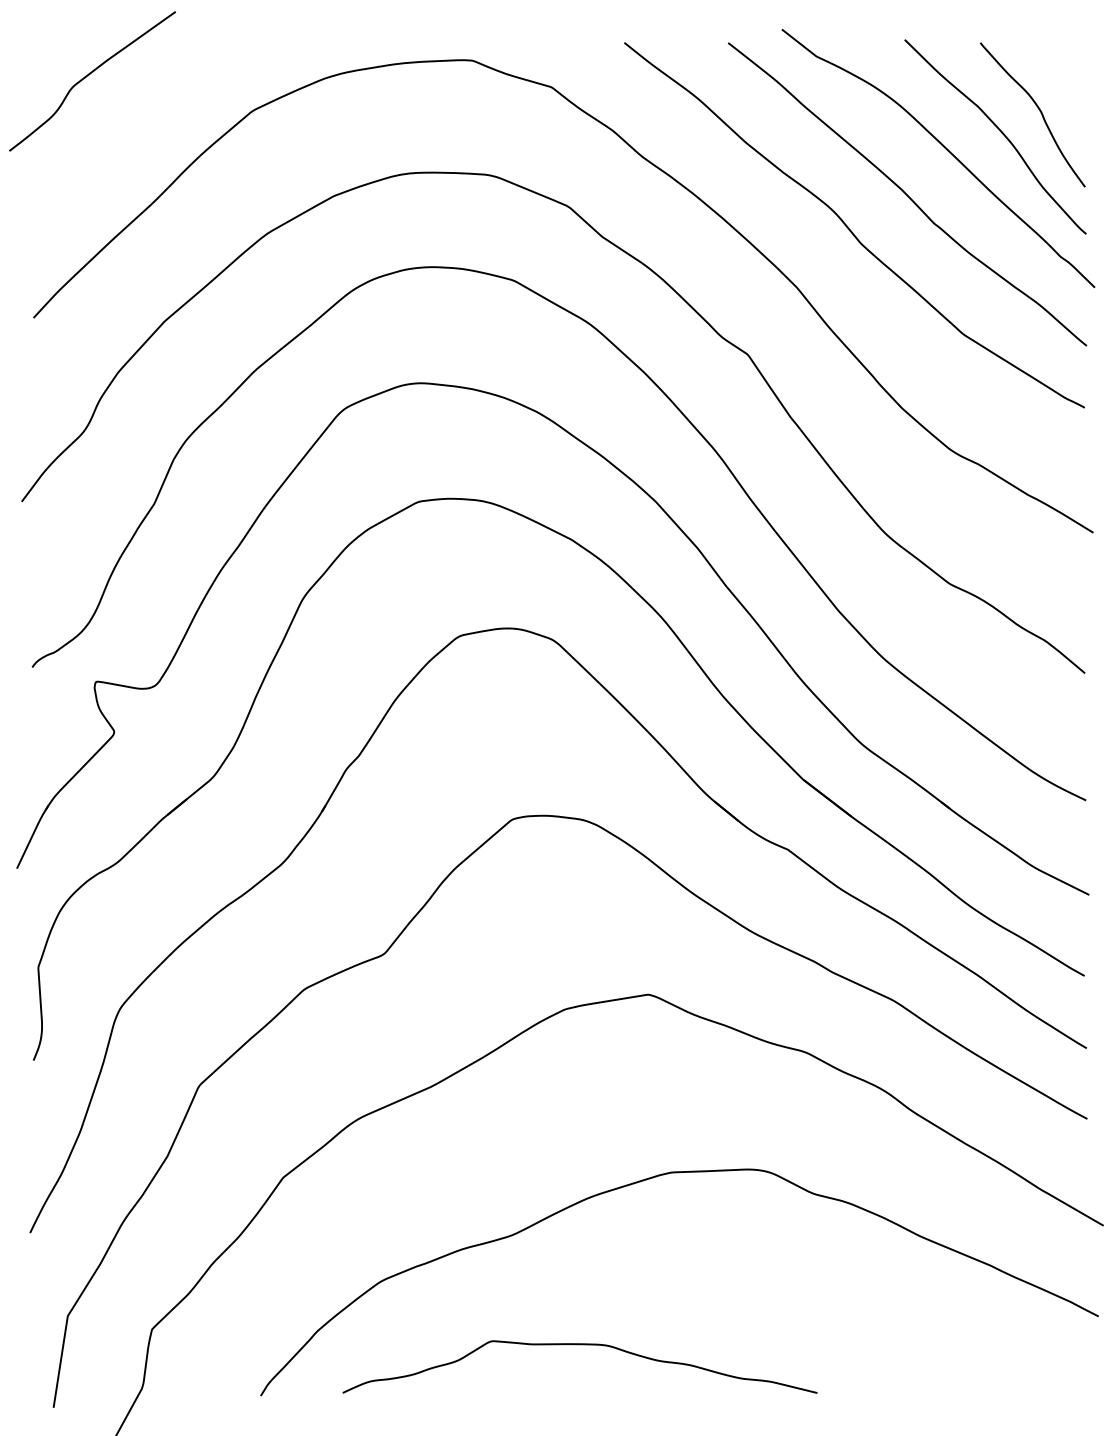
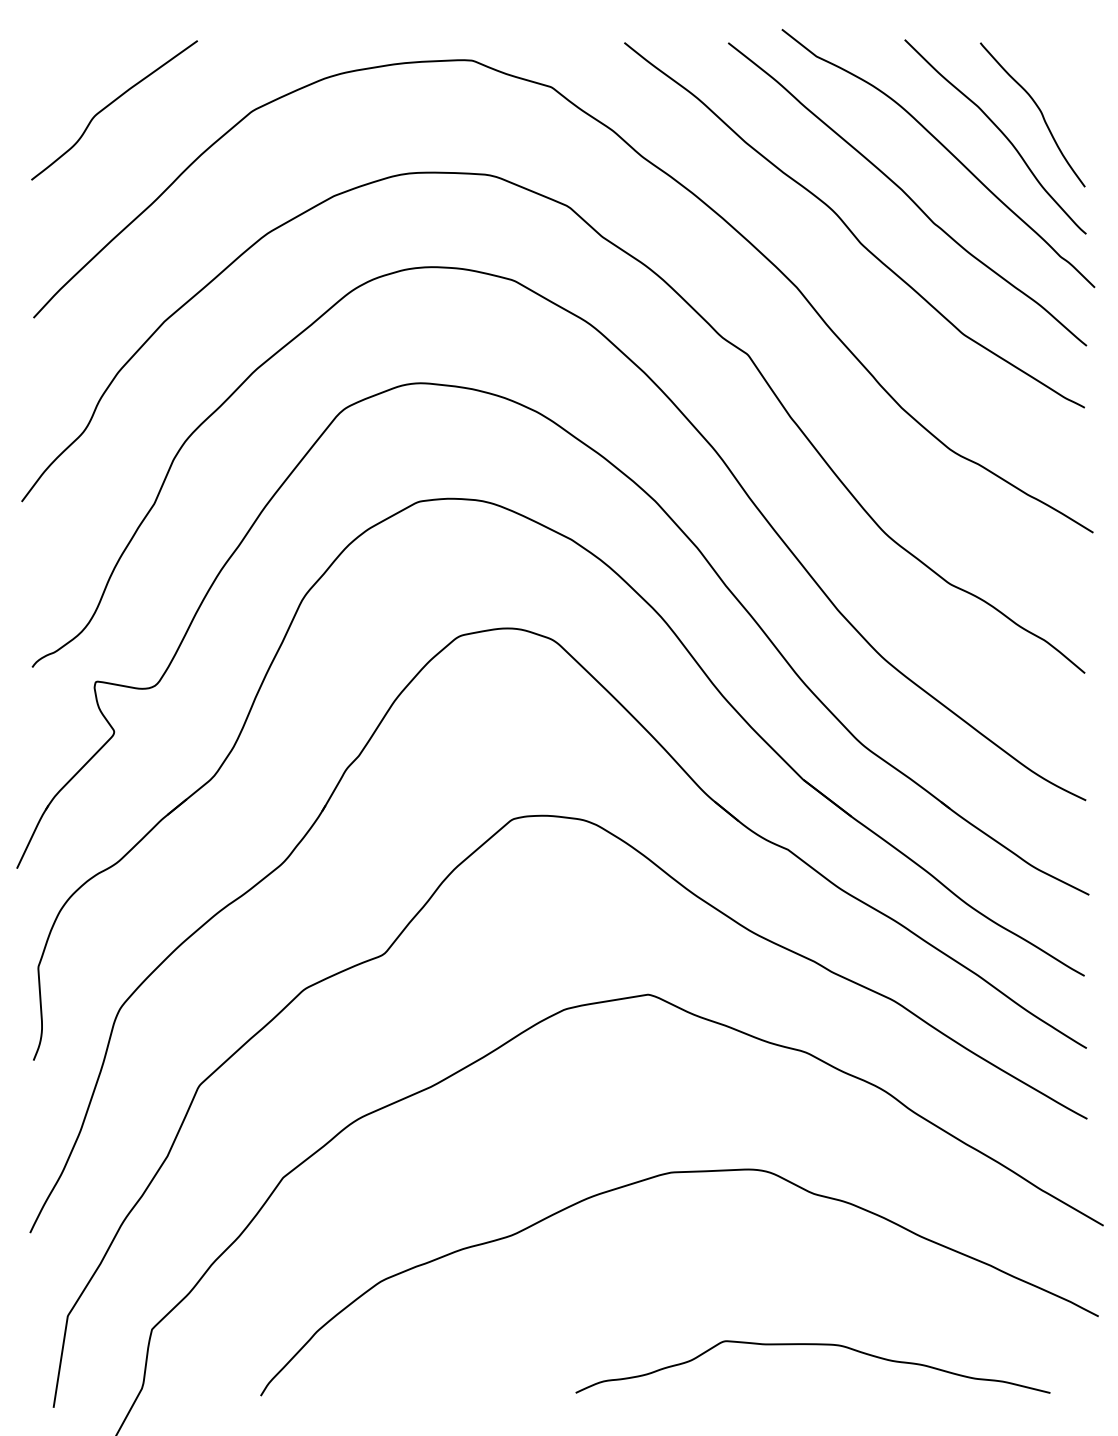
curve at (89, 75) position: (89, 75) -> (111, 104)
curve at (579, 1345) position: (579, 1345) -> (812, 1345)
